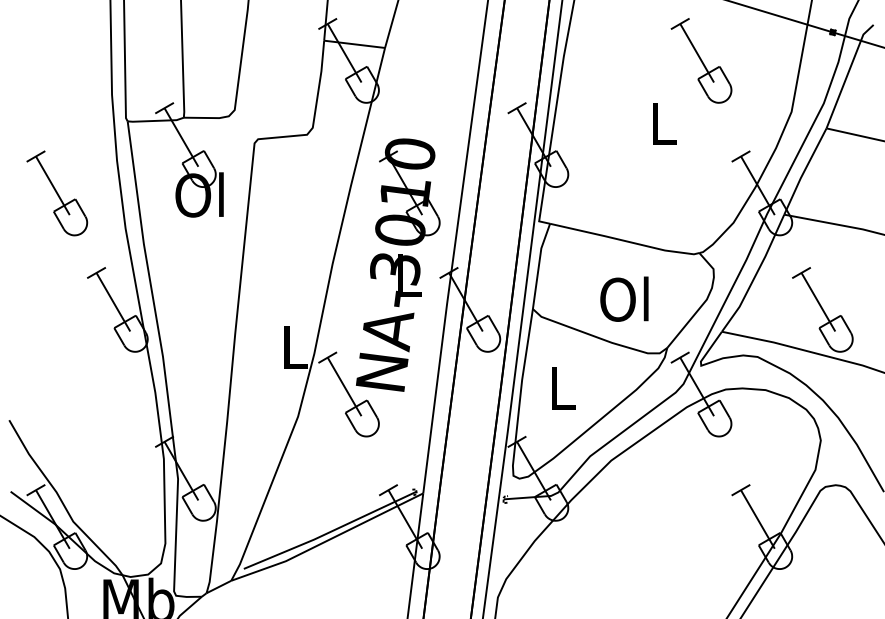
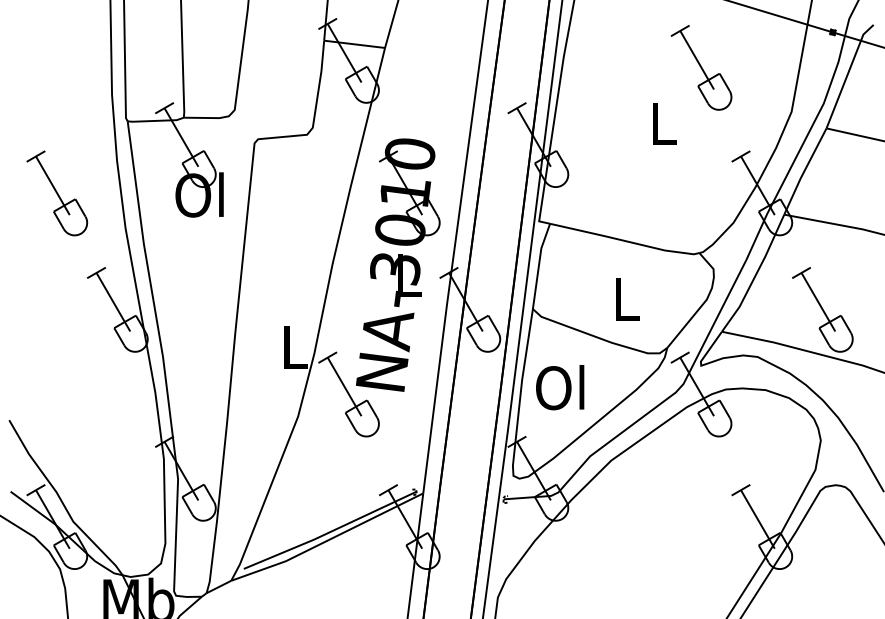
part at (701, 60) position: (701, 60) -> (701, 67)
text at (624, 298): Ol -> L
text at (560, 387): L -> Ol
